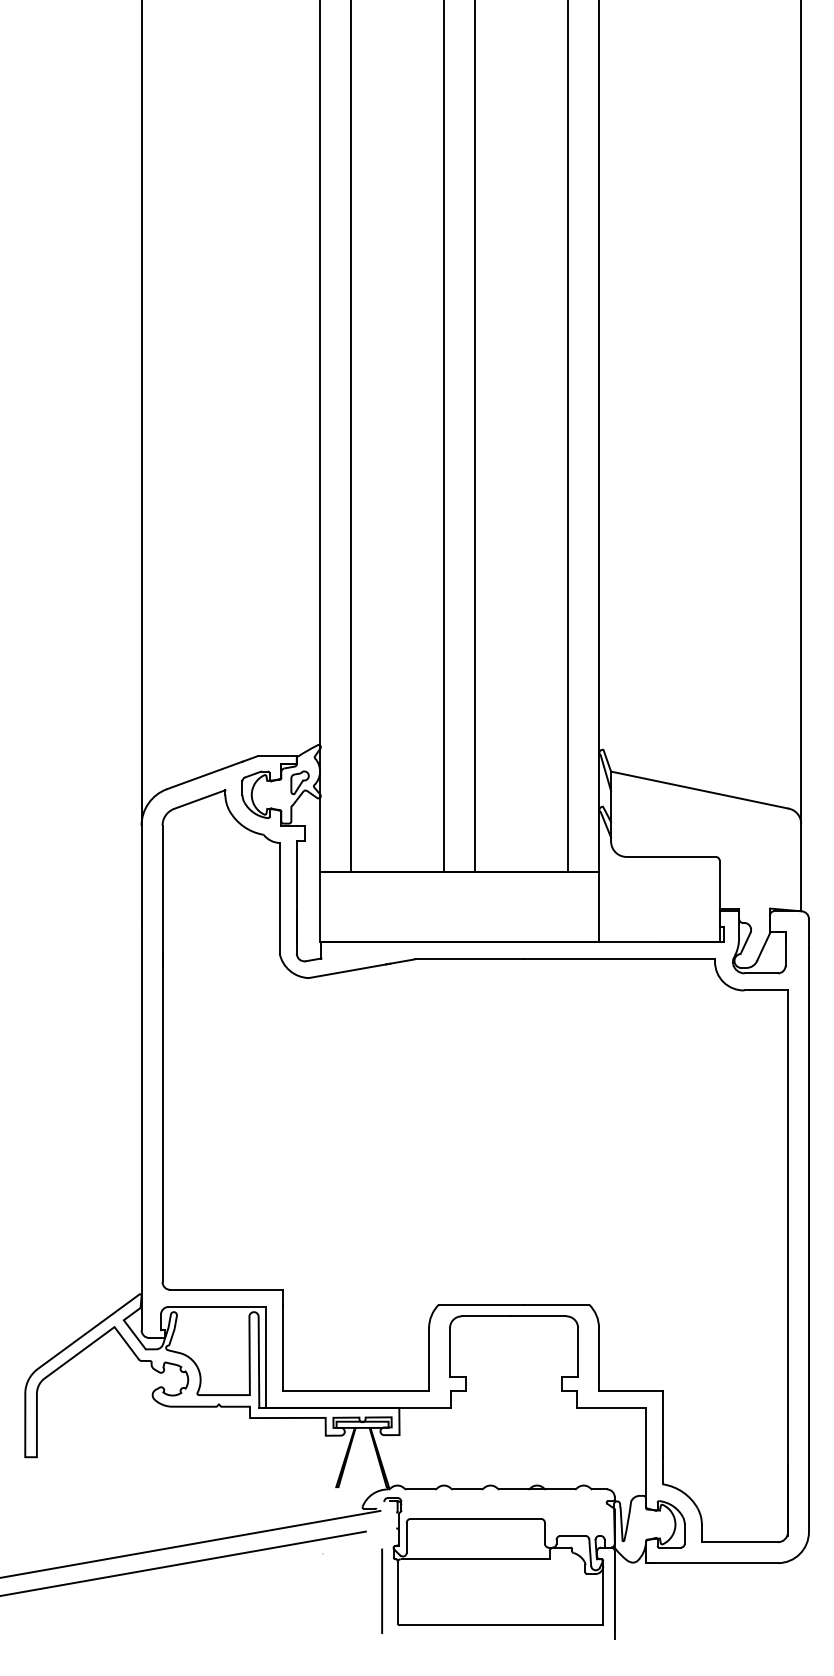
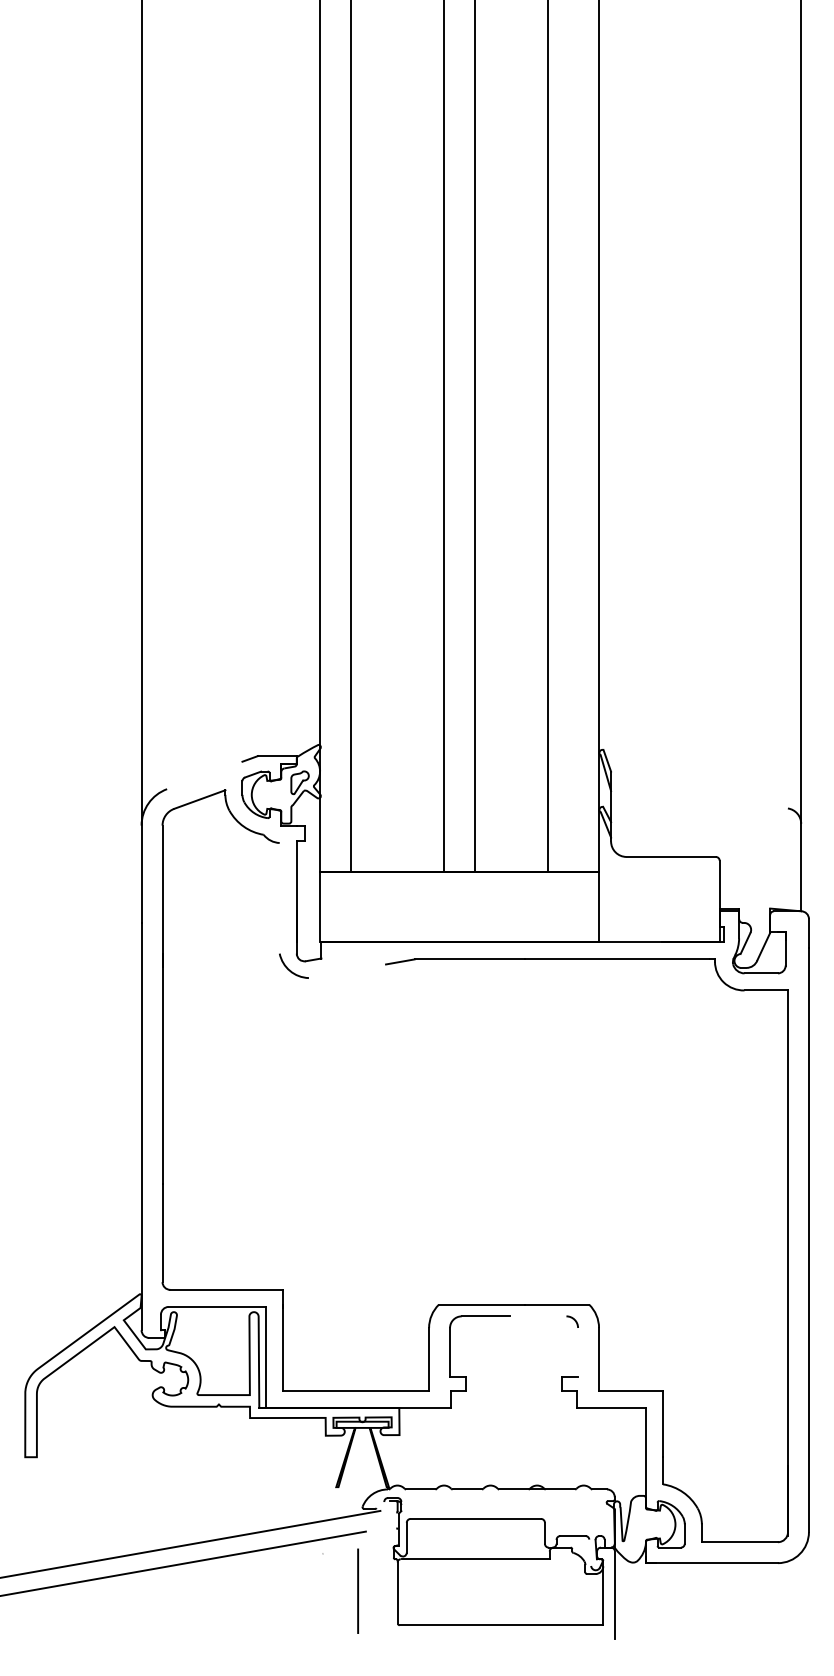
line at (568, 437) position: (568, 437) -> (548, 437)
line at (204, 775): present -> none
line at (699, 789): present -> none
line at (279, 898): present -> none
line at (349, 970): present -> none
line at (538, 1316): present -> none
line at (578, 1352): present -> none
line at (590, 1552): present -> none
line at (381, 1590) position: (381, 1590) -> (357, 1590)
